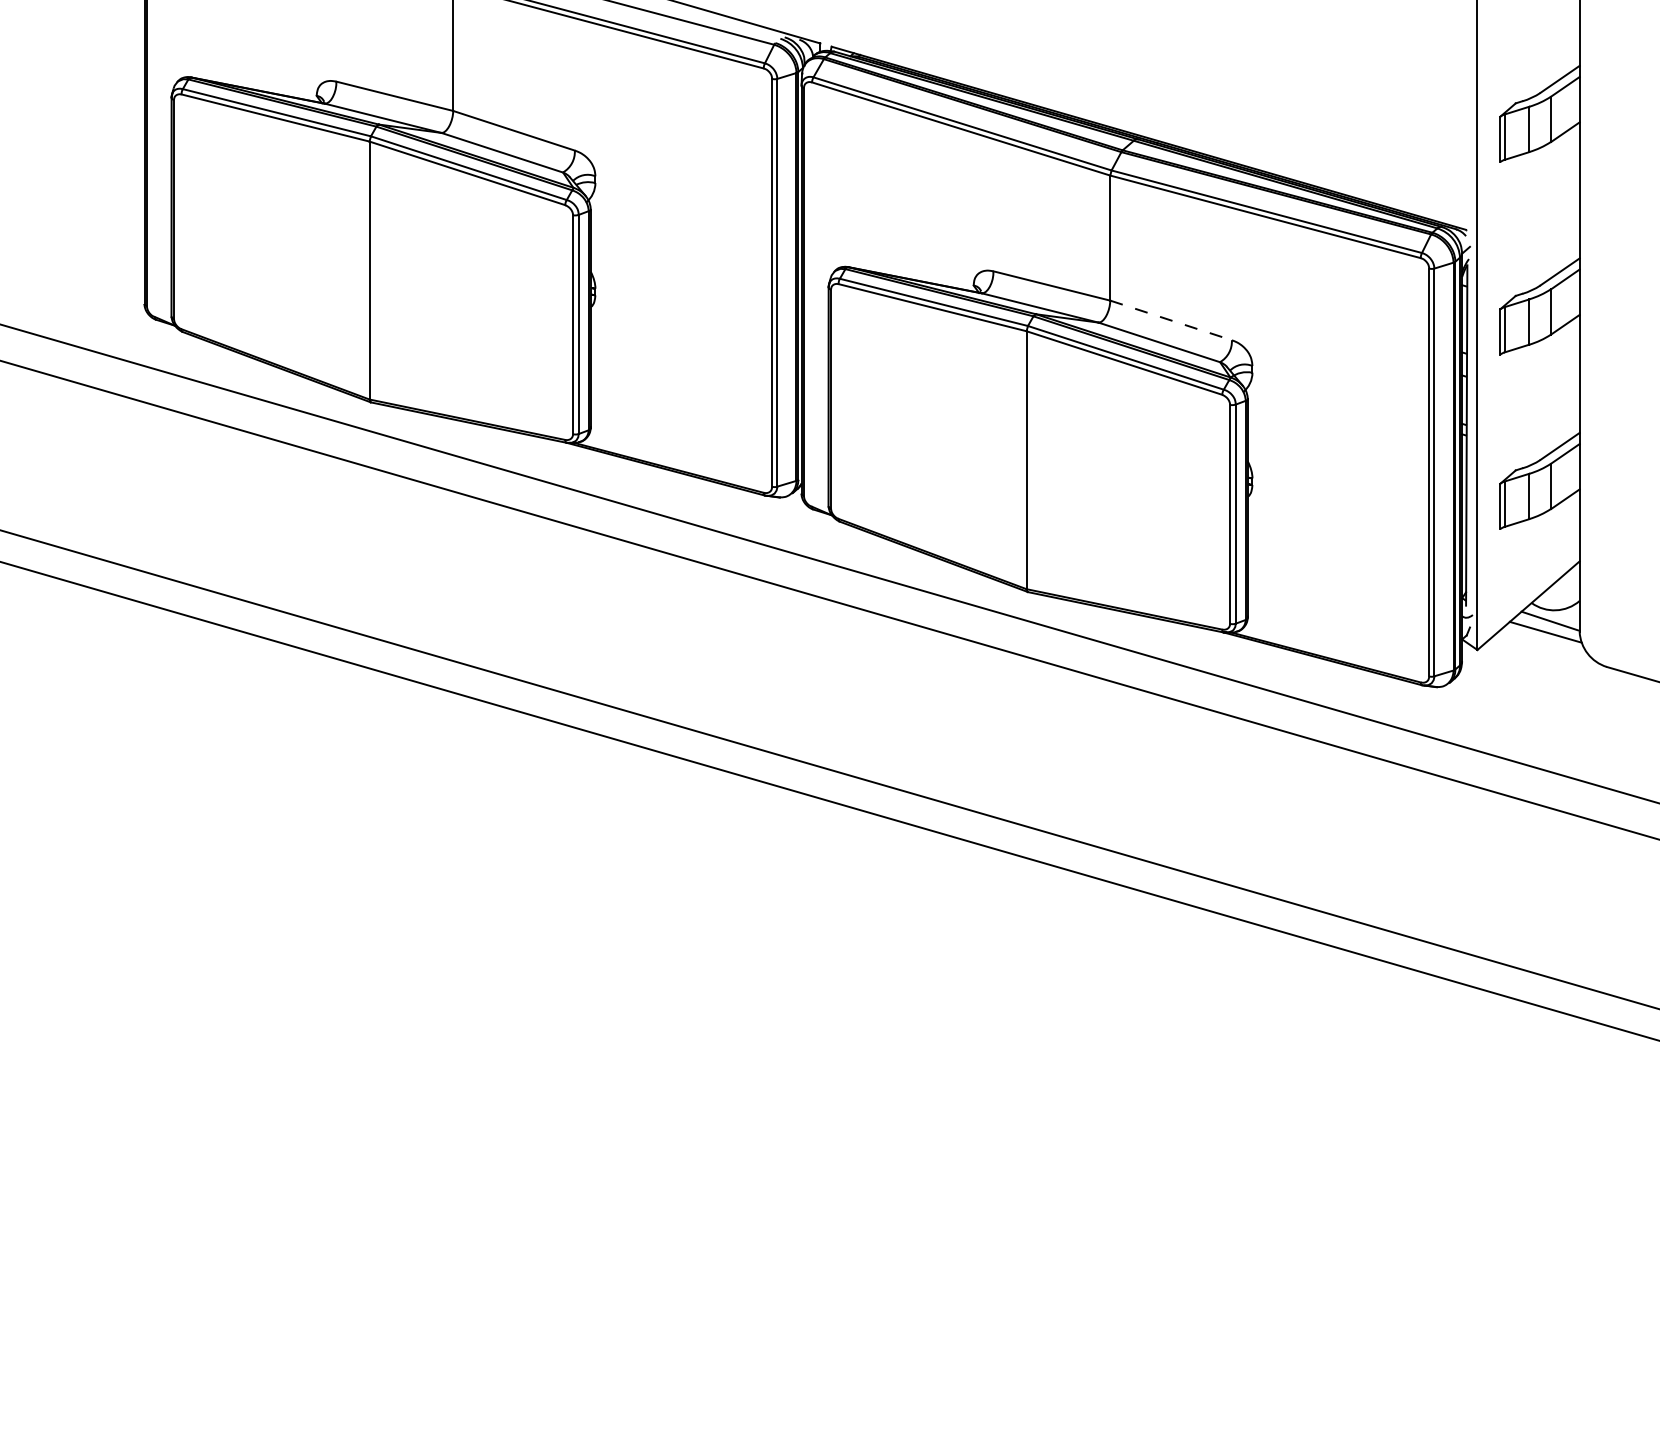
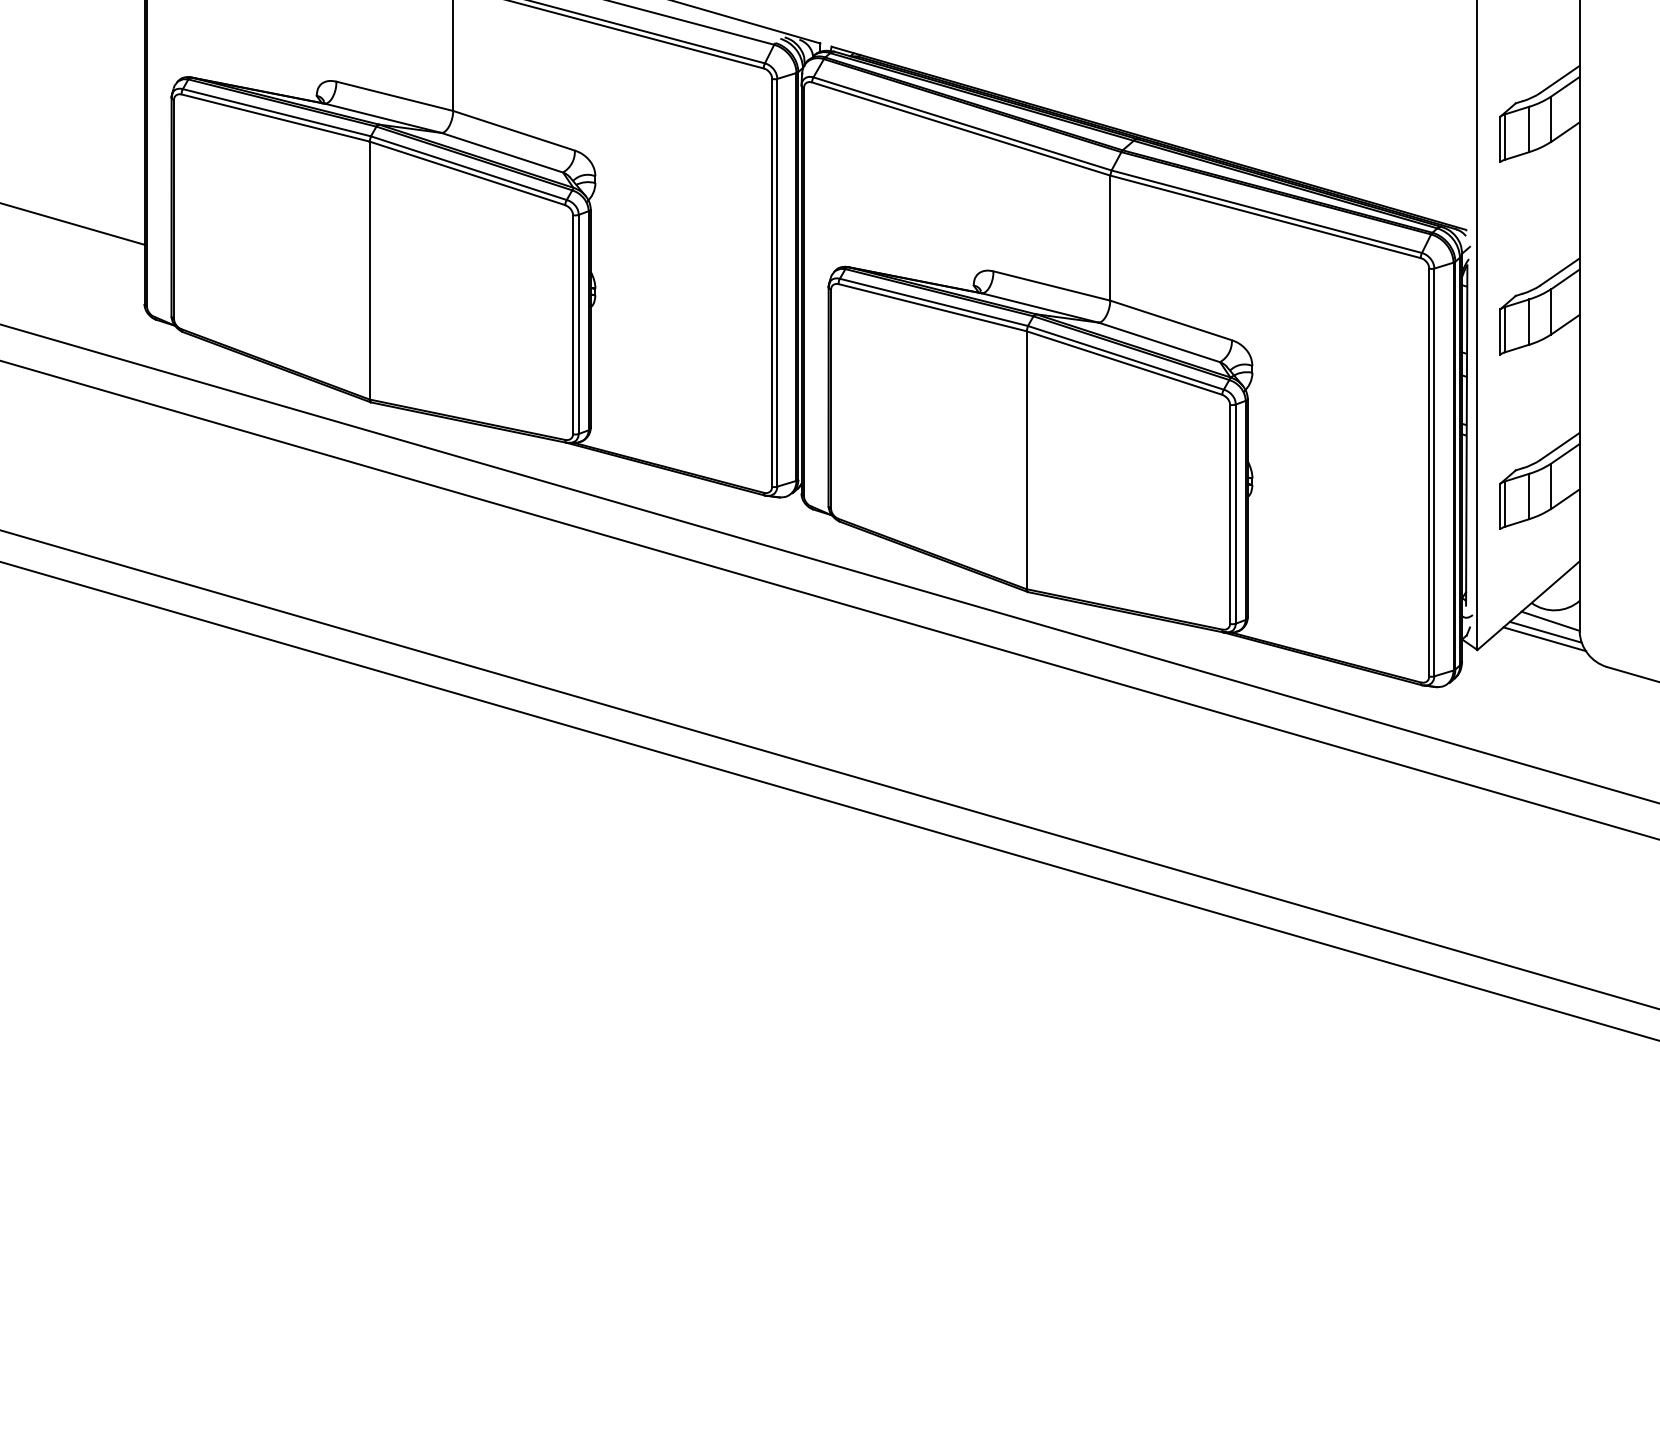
line at (73, 223): none -> present
line at (1171, 320): dashed -> solid
line at (1544, 639): none -> present
